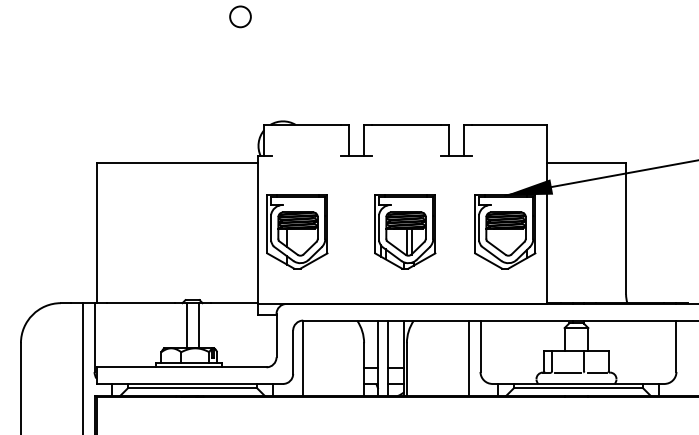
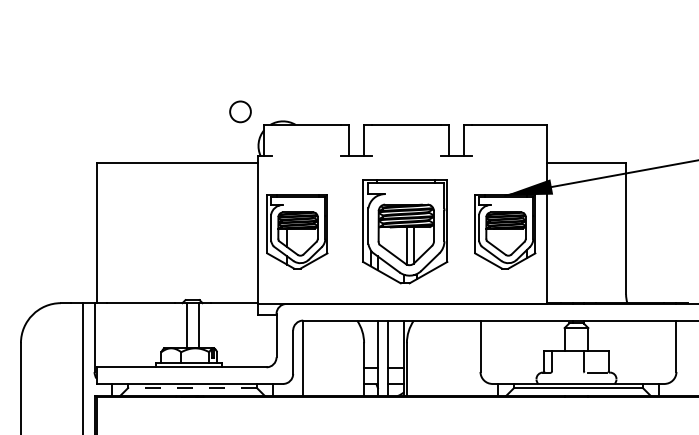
circle at (240, 16) position: (240, 16) -> (240, 111)
part at (405, 231) size: 63x76 px -> 87x106 px
line at (468, 358): present -> none
line at (567, 372): present -> none
line at (192, 388): solid -> dashed
